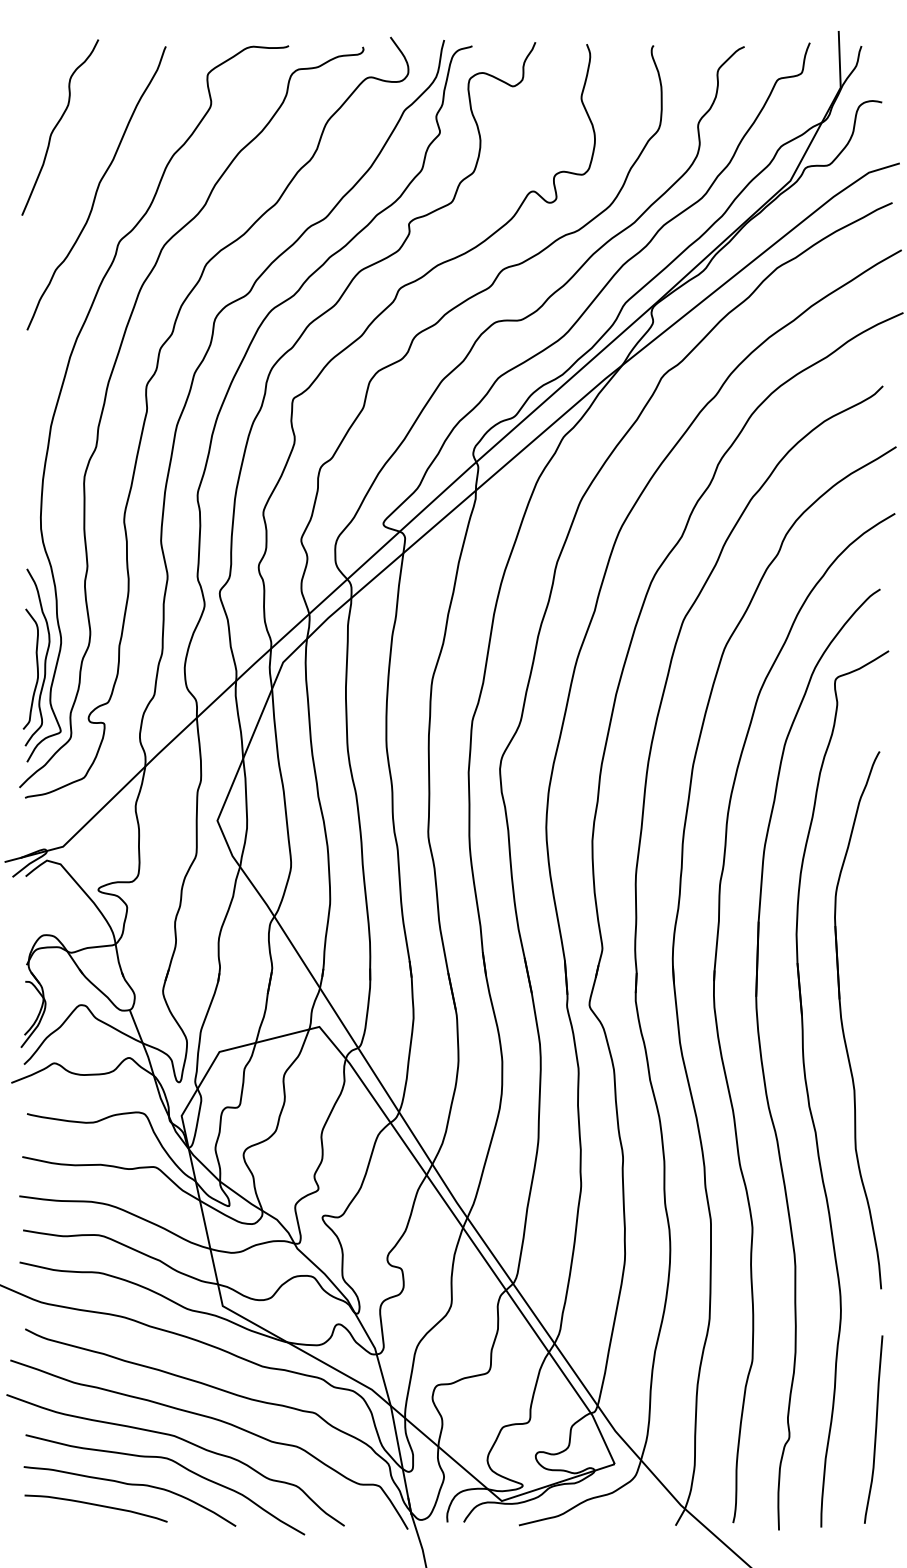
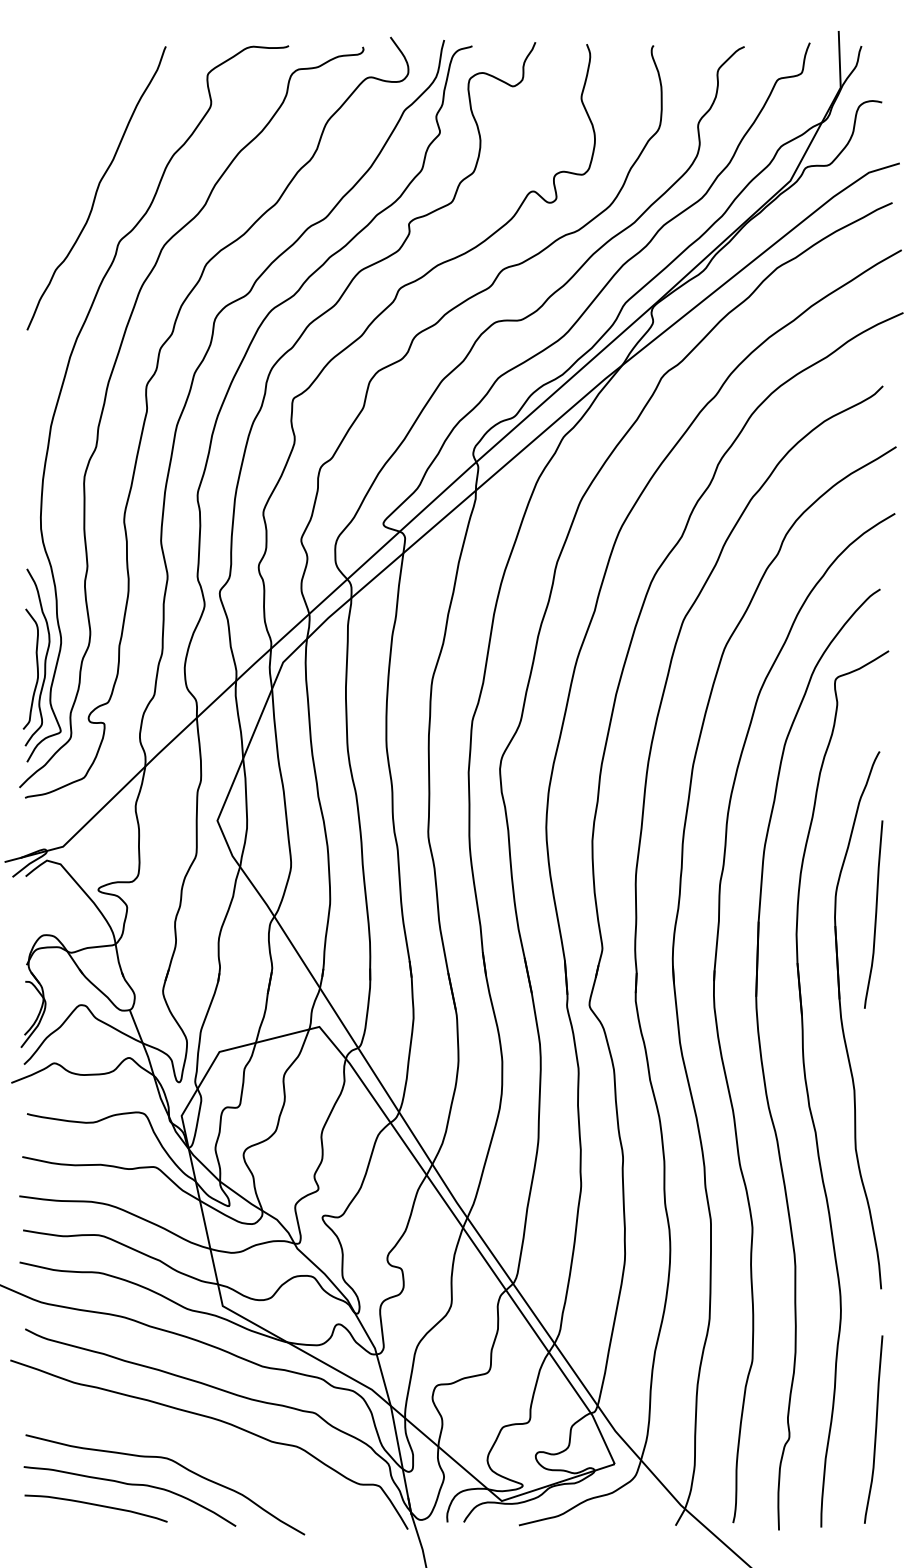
curve at (58, 124): present -> none
curve at (875, 914): none -> present
curve at (184, 1441): present -> none
